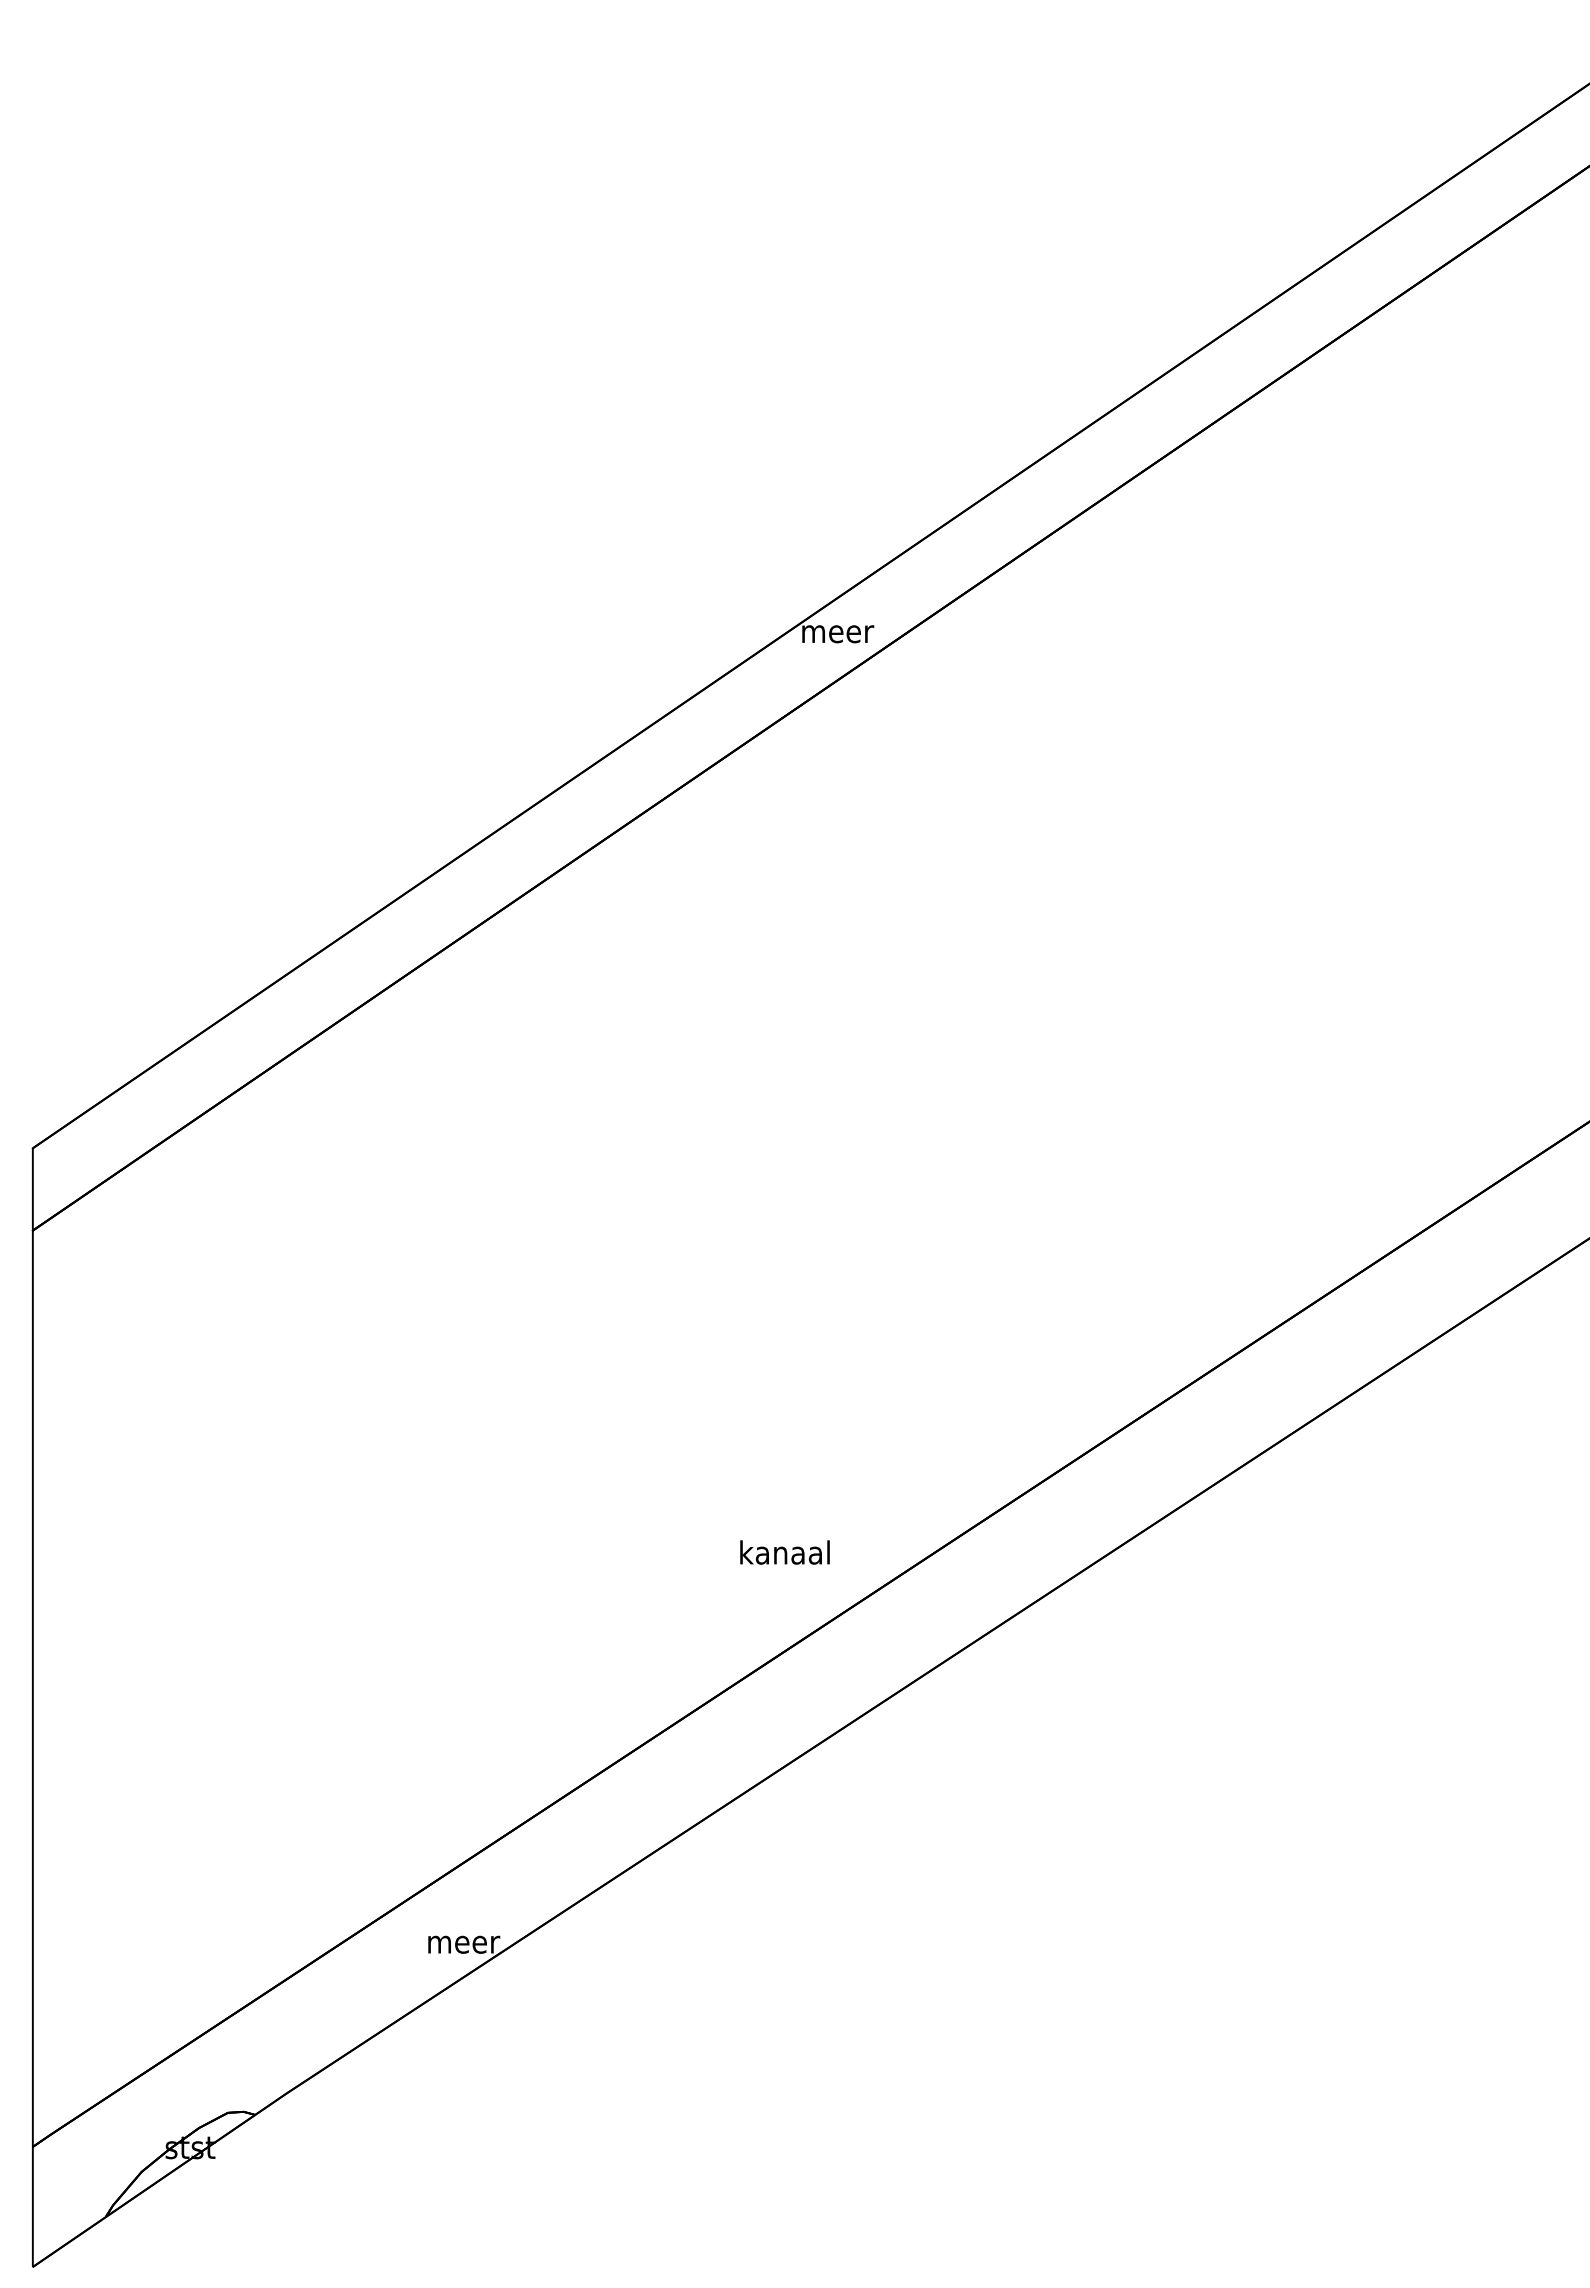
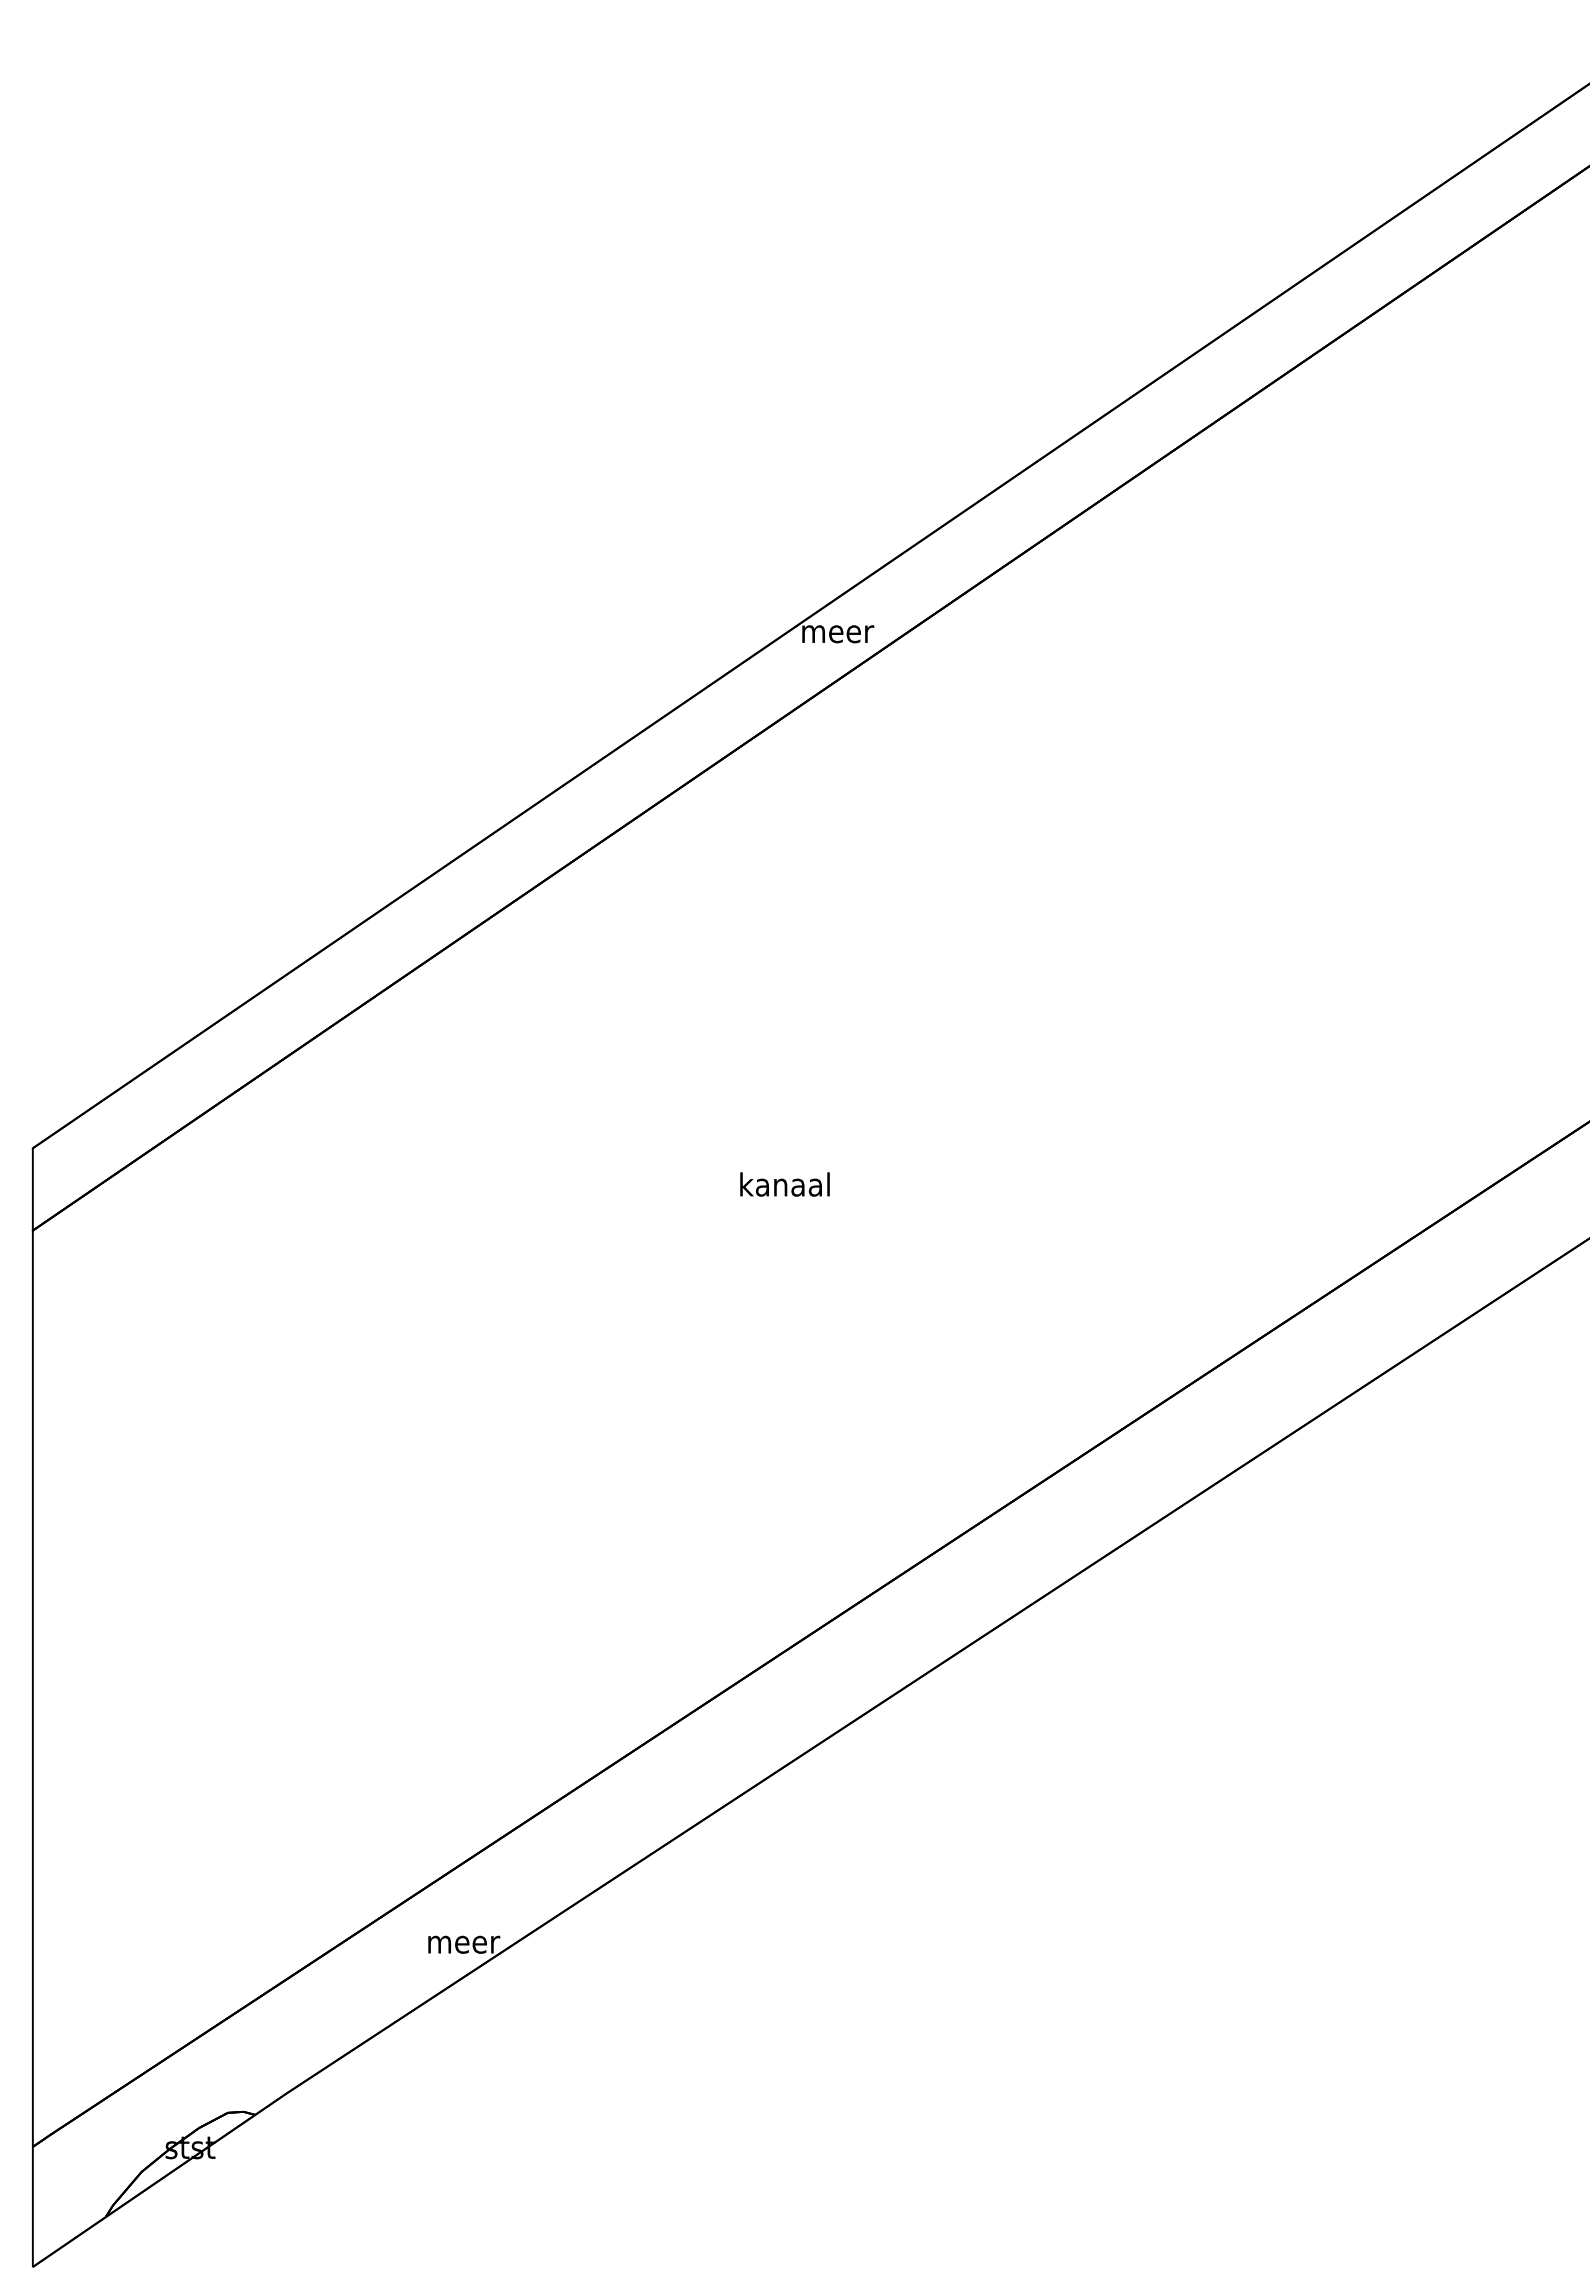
text at (784, 1552) position: (784, 1552) -> (784, 1184)
